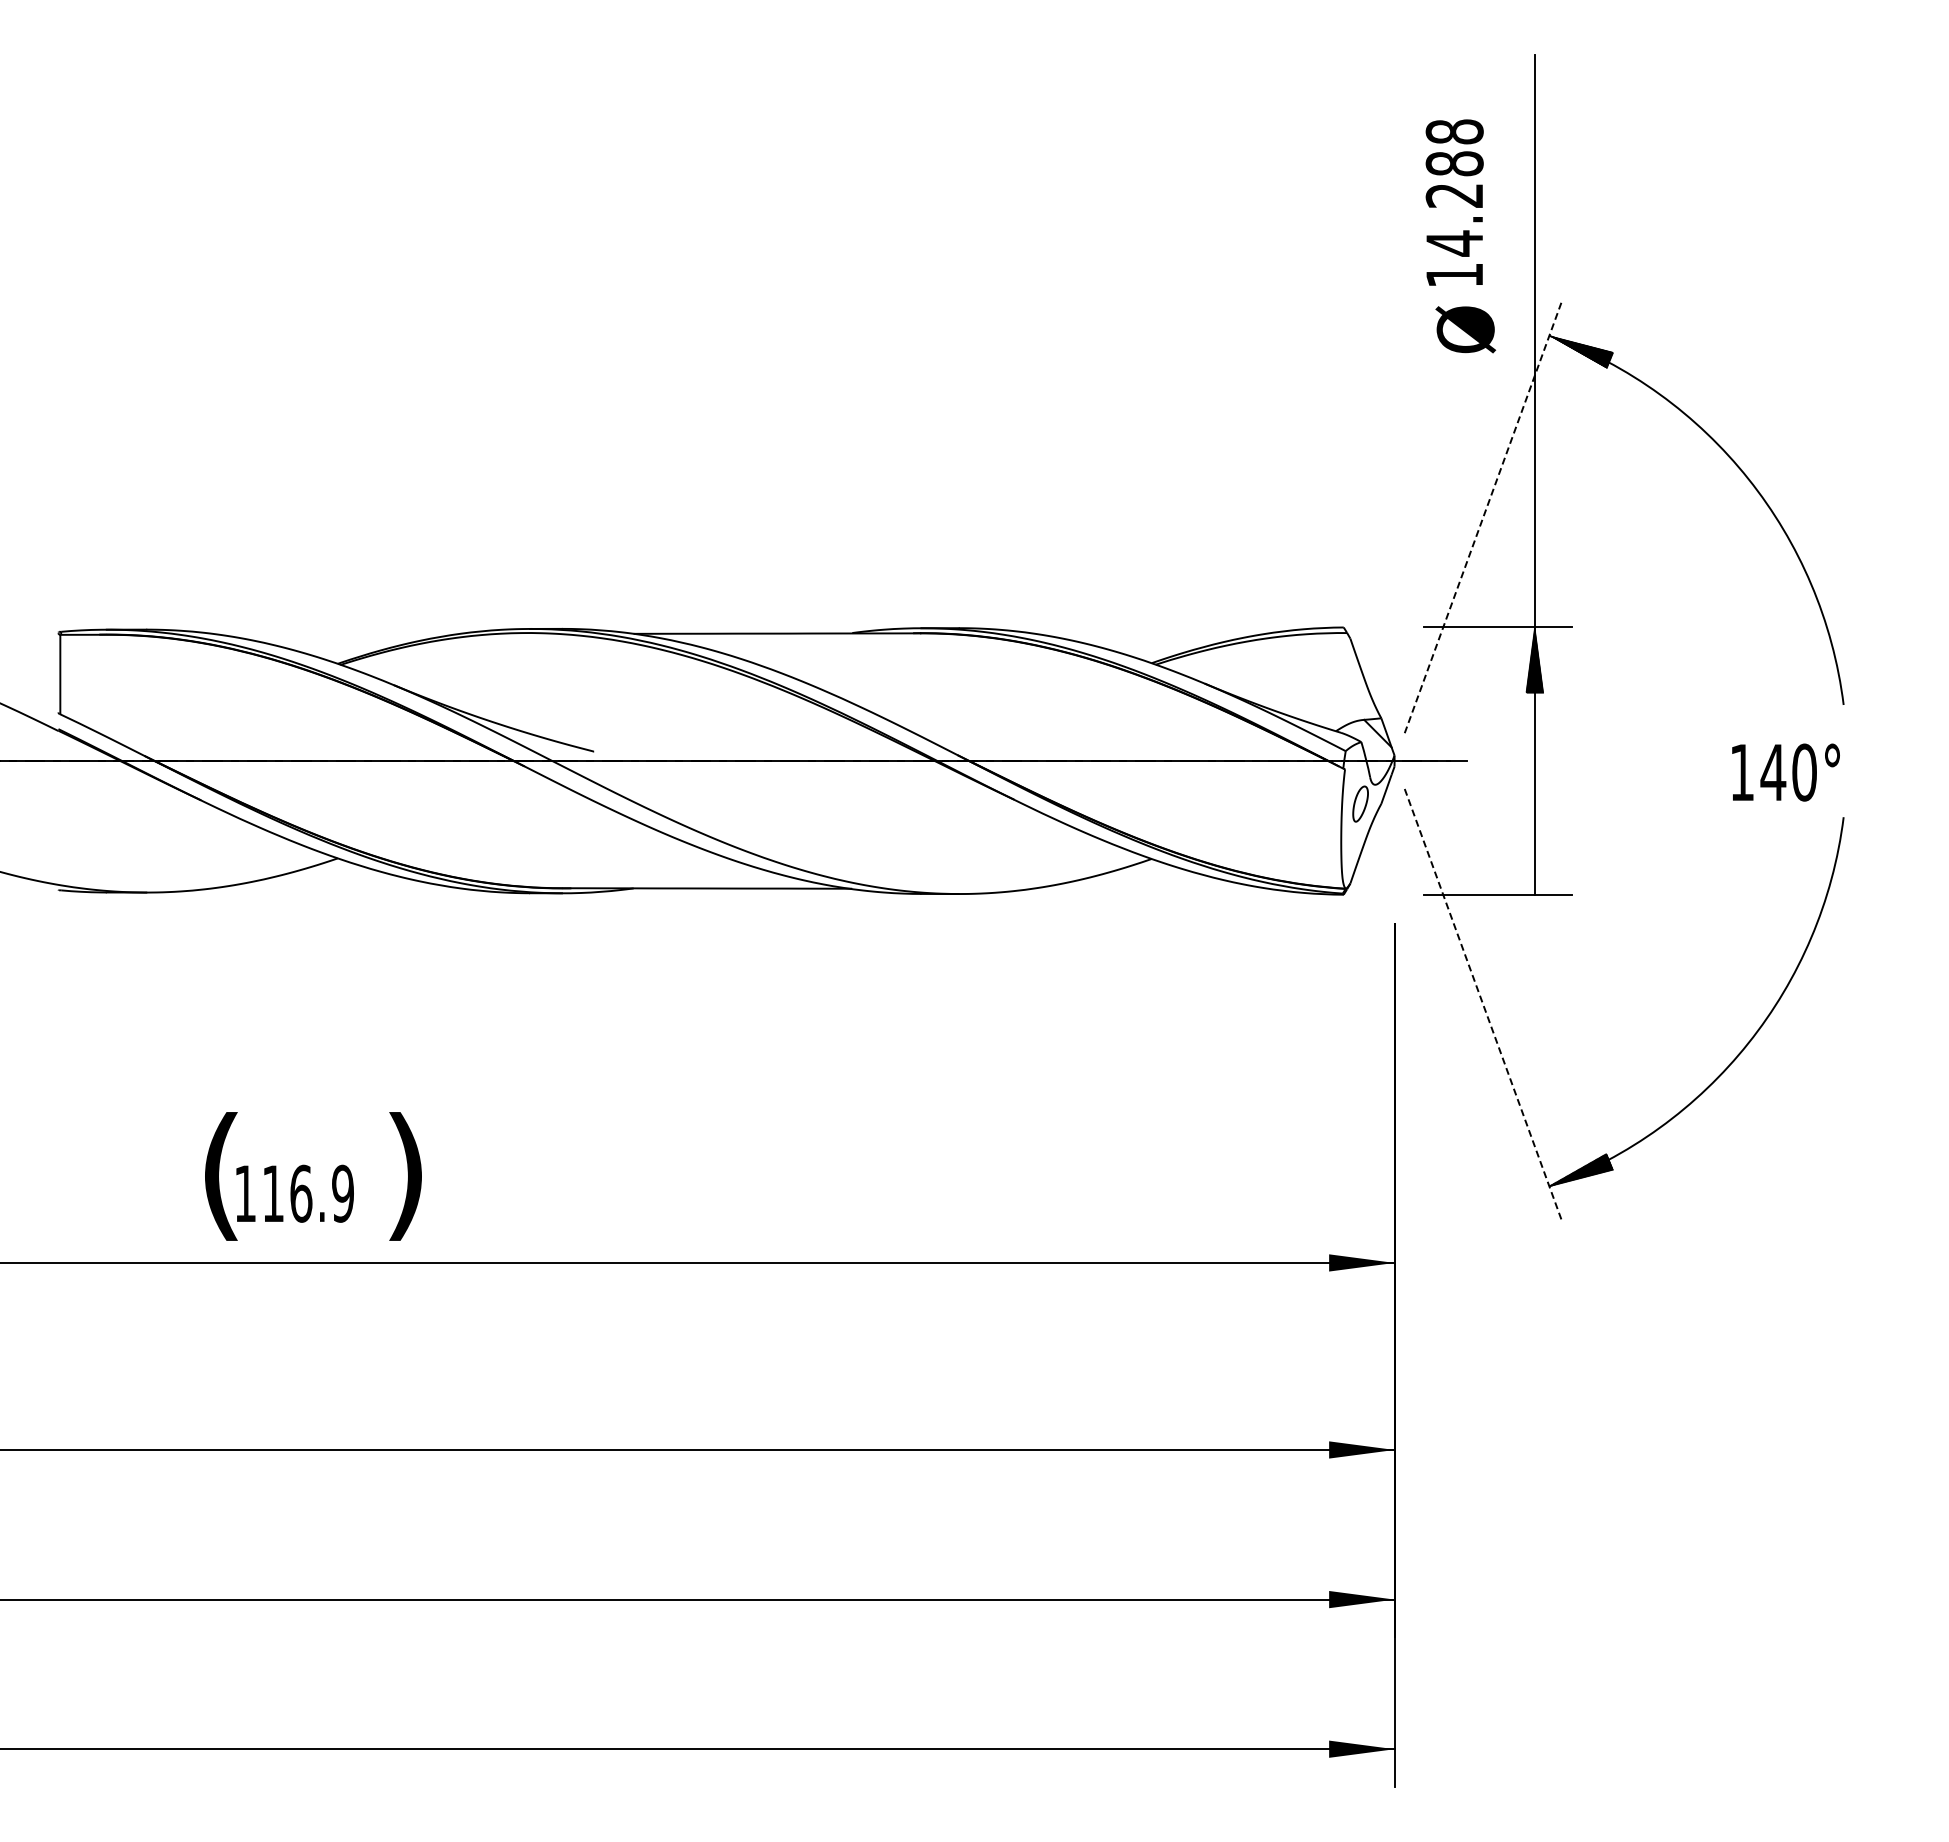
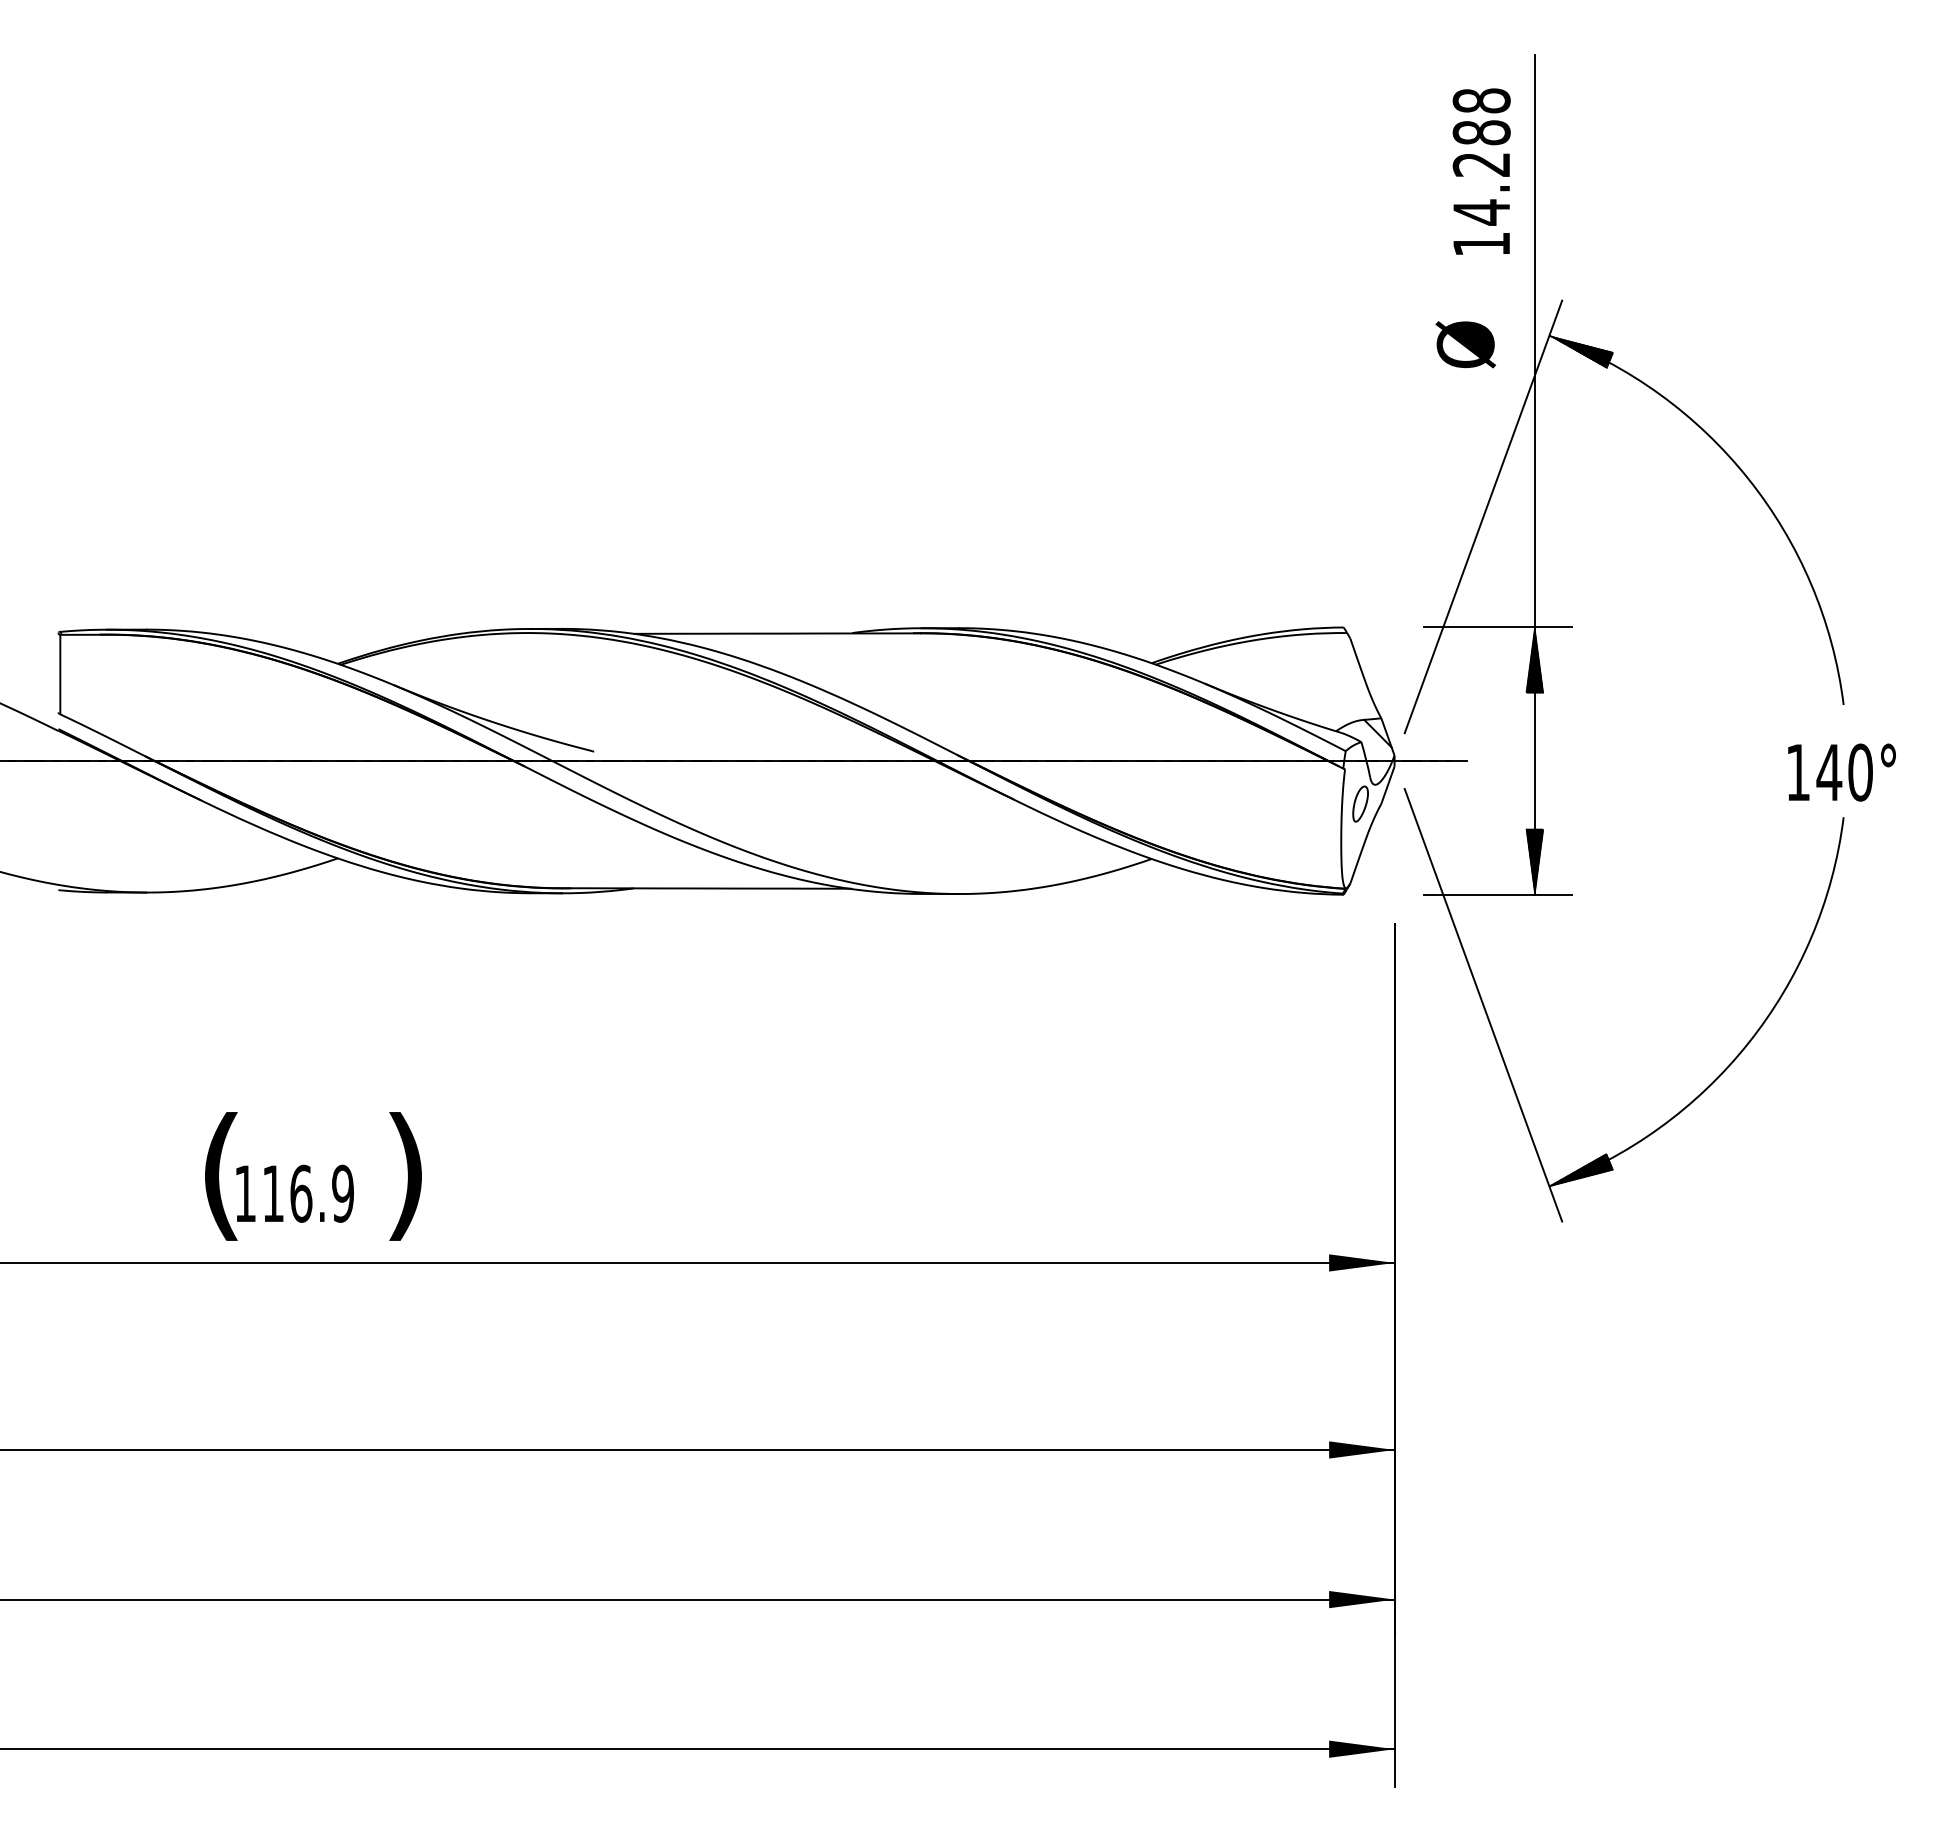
text at (1454, 202) position: (1454, 202) -> (1481, 171)
text at (1465, 329) position: (1465, 329) -> (1465, 344)
line at (1483, 516): dashed -> solid
text at (1785, 772) position: (1785, 772) -> (1841, 772)
hatch at (1534, 861): none -> present
line at (1483, 1005): dashed -> solid
